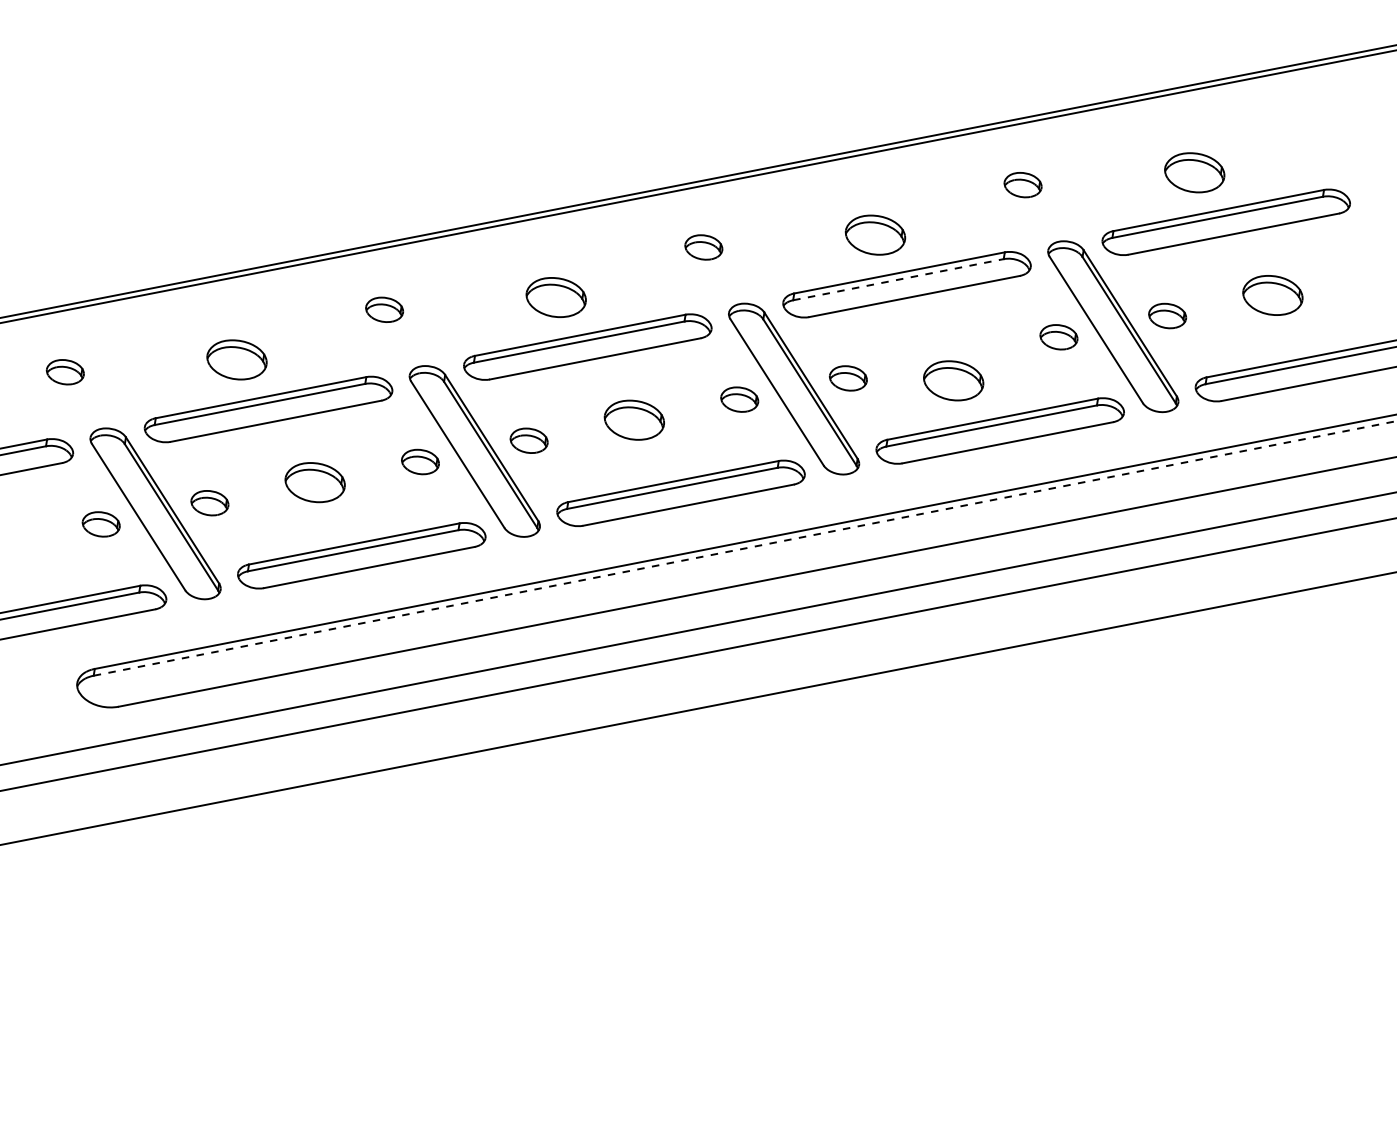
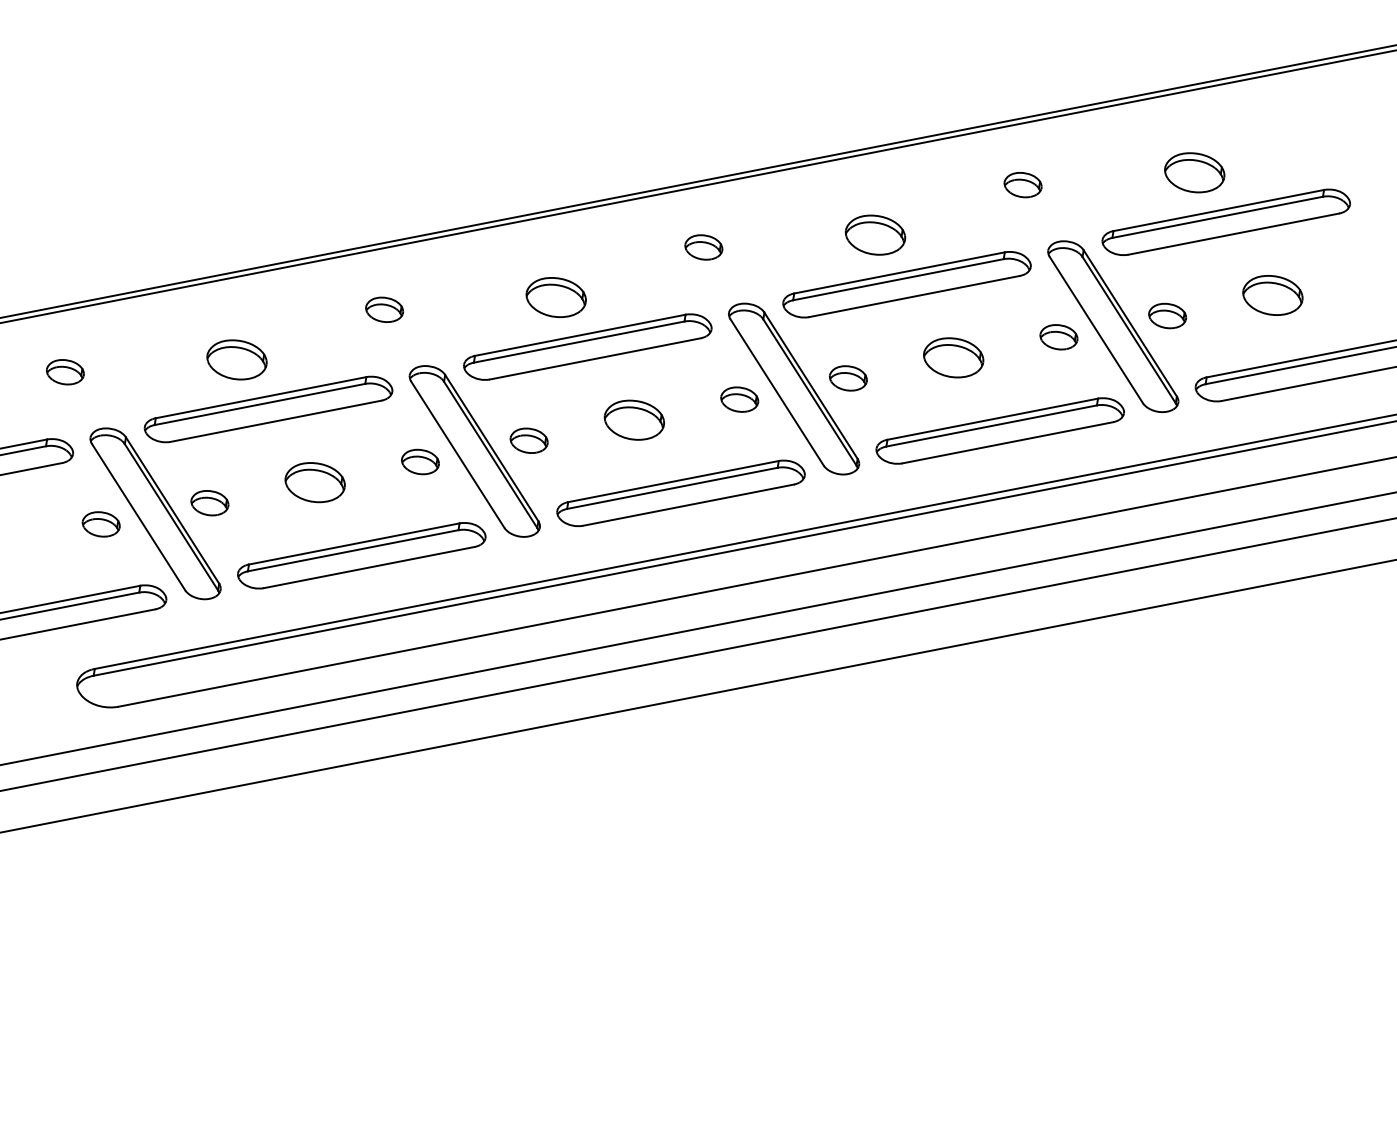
line at (898, 279): dashed -> solid
part at (953, 380) position: (953, 380) -> (953, 357)
line at (745, 548): dashed -> solid
line at (697, 708) position: (697, 708) -> (697, 696)
